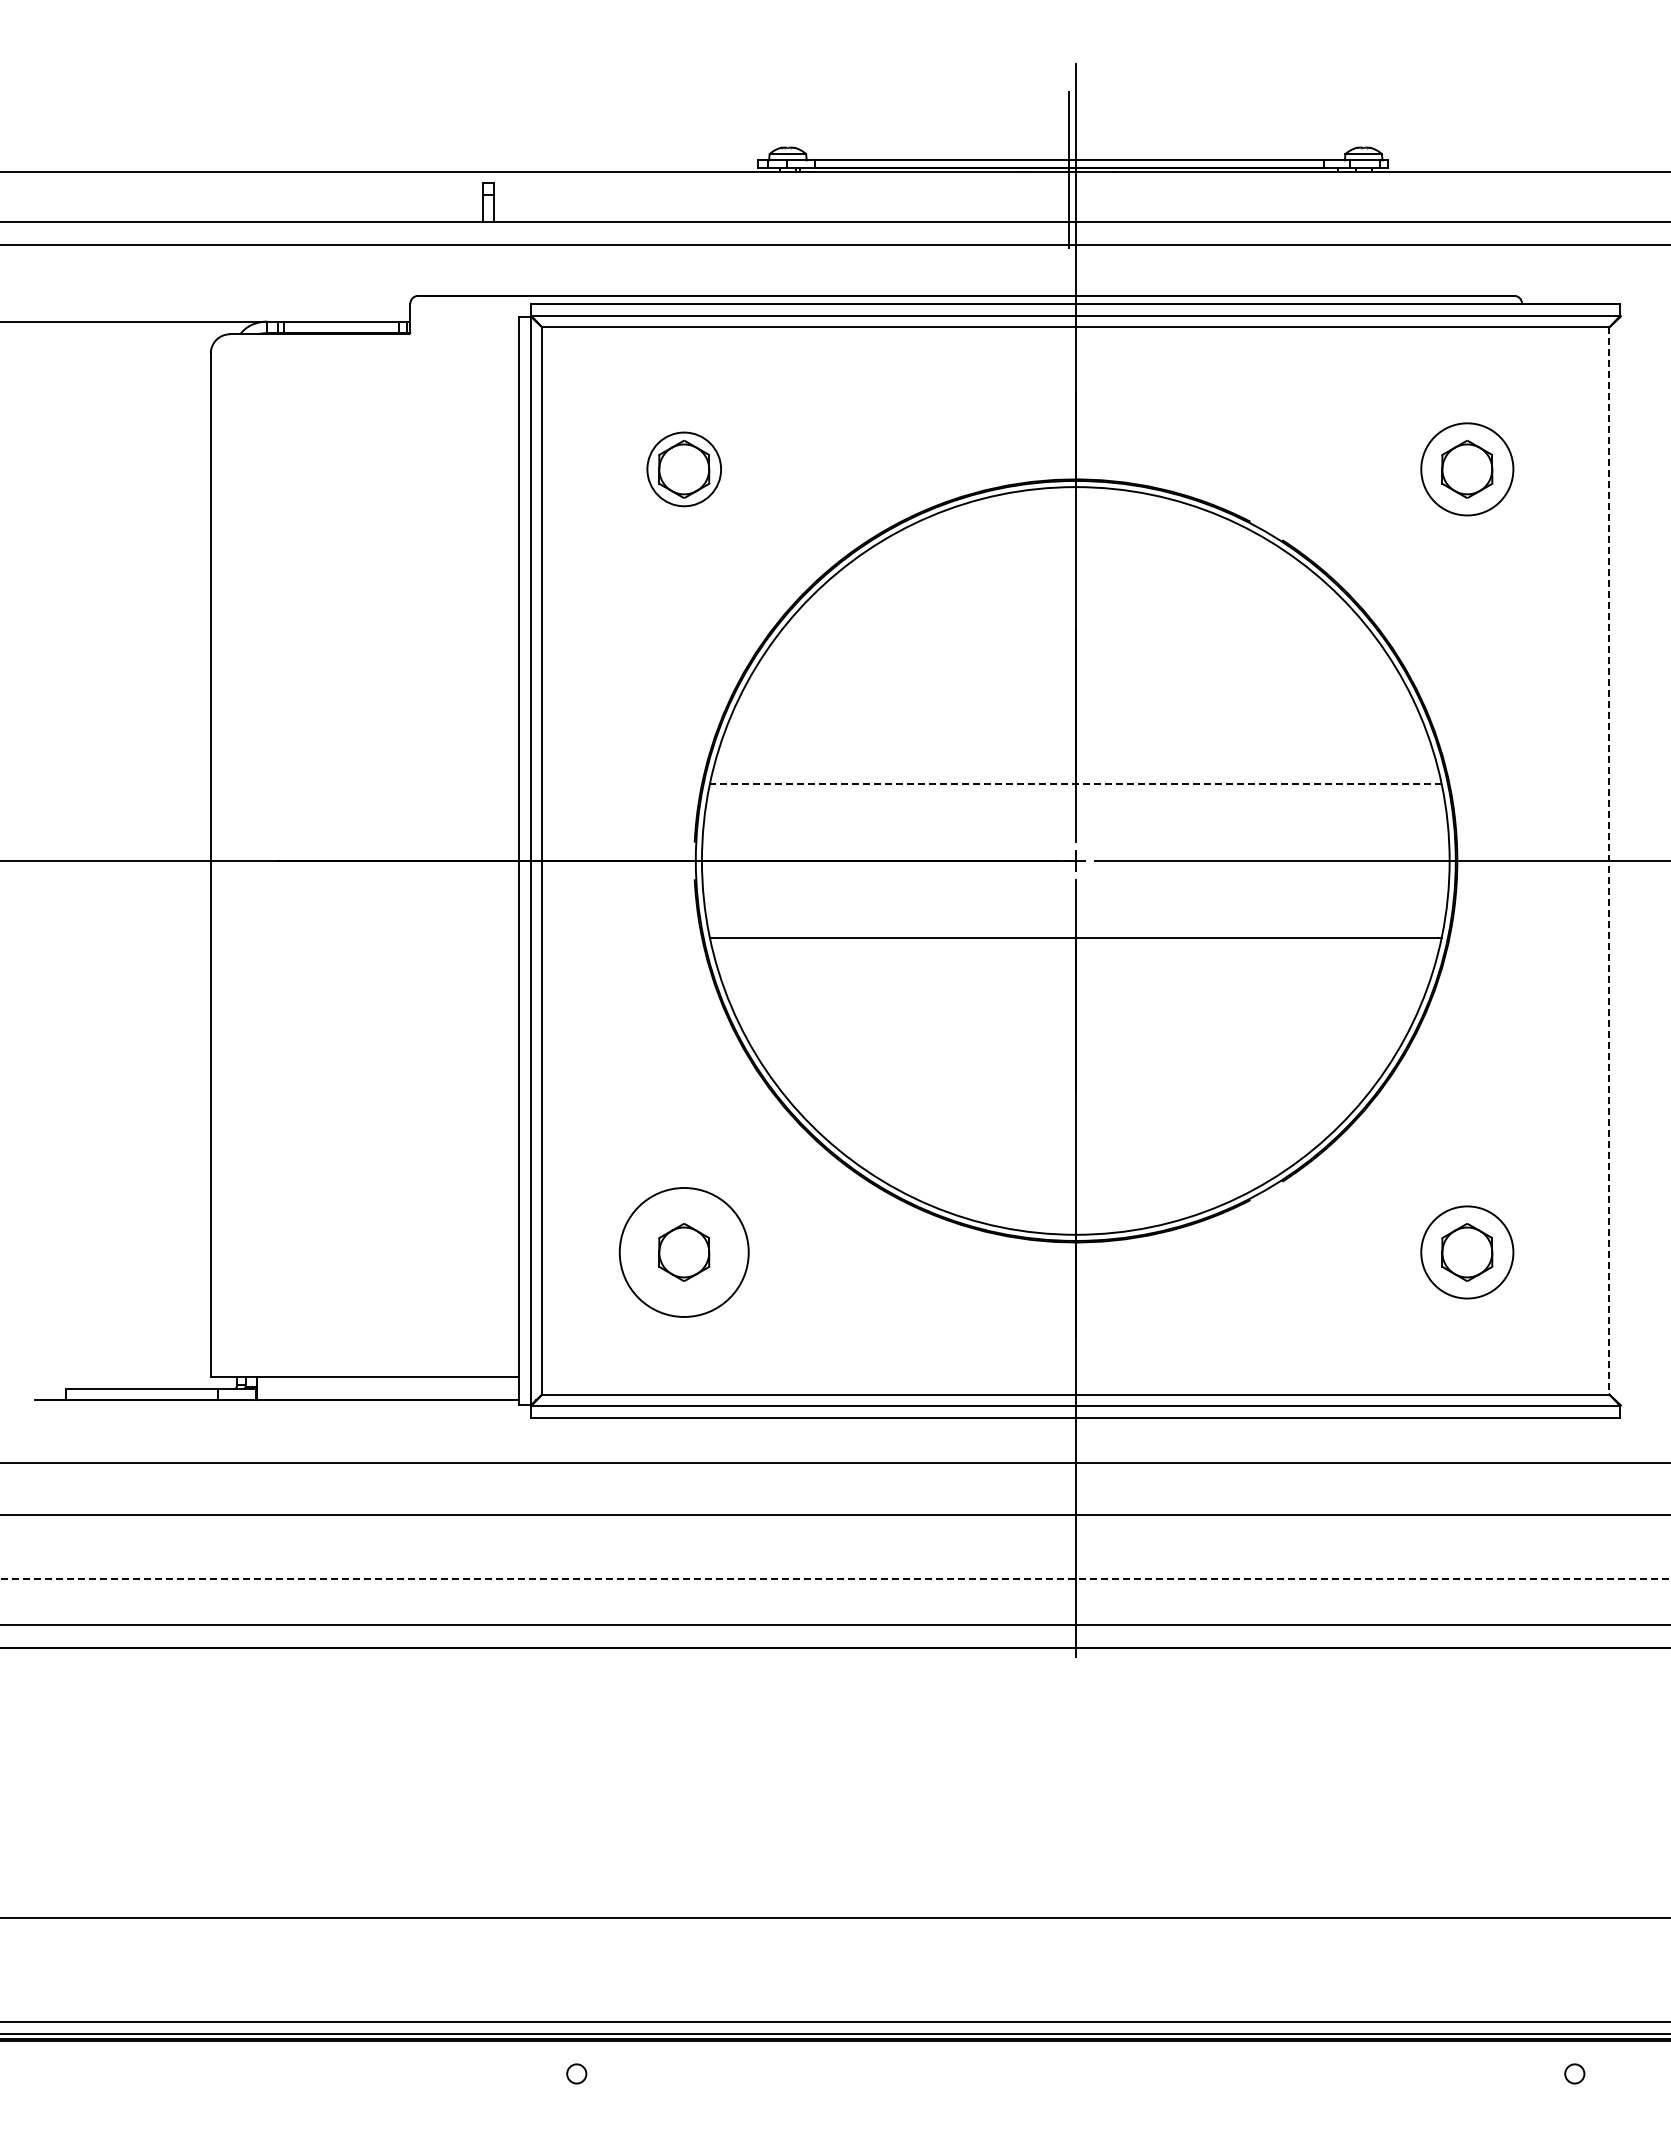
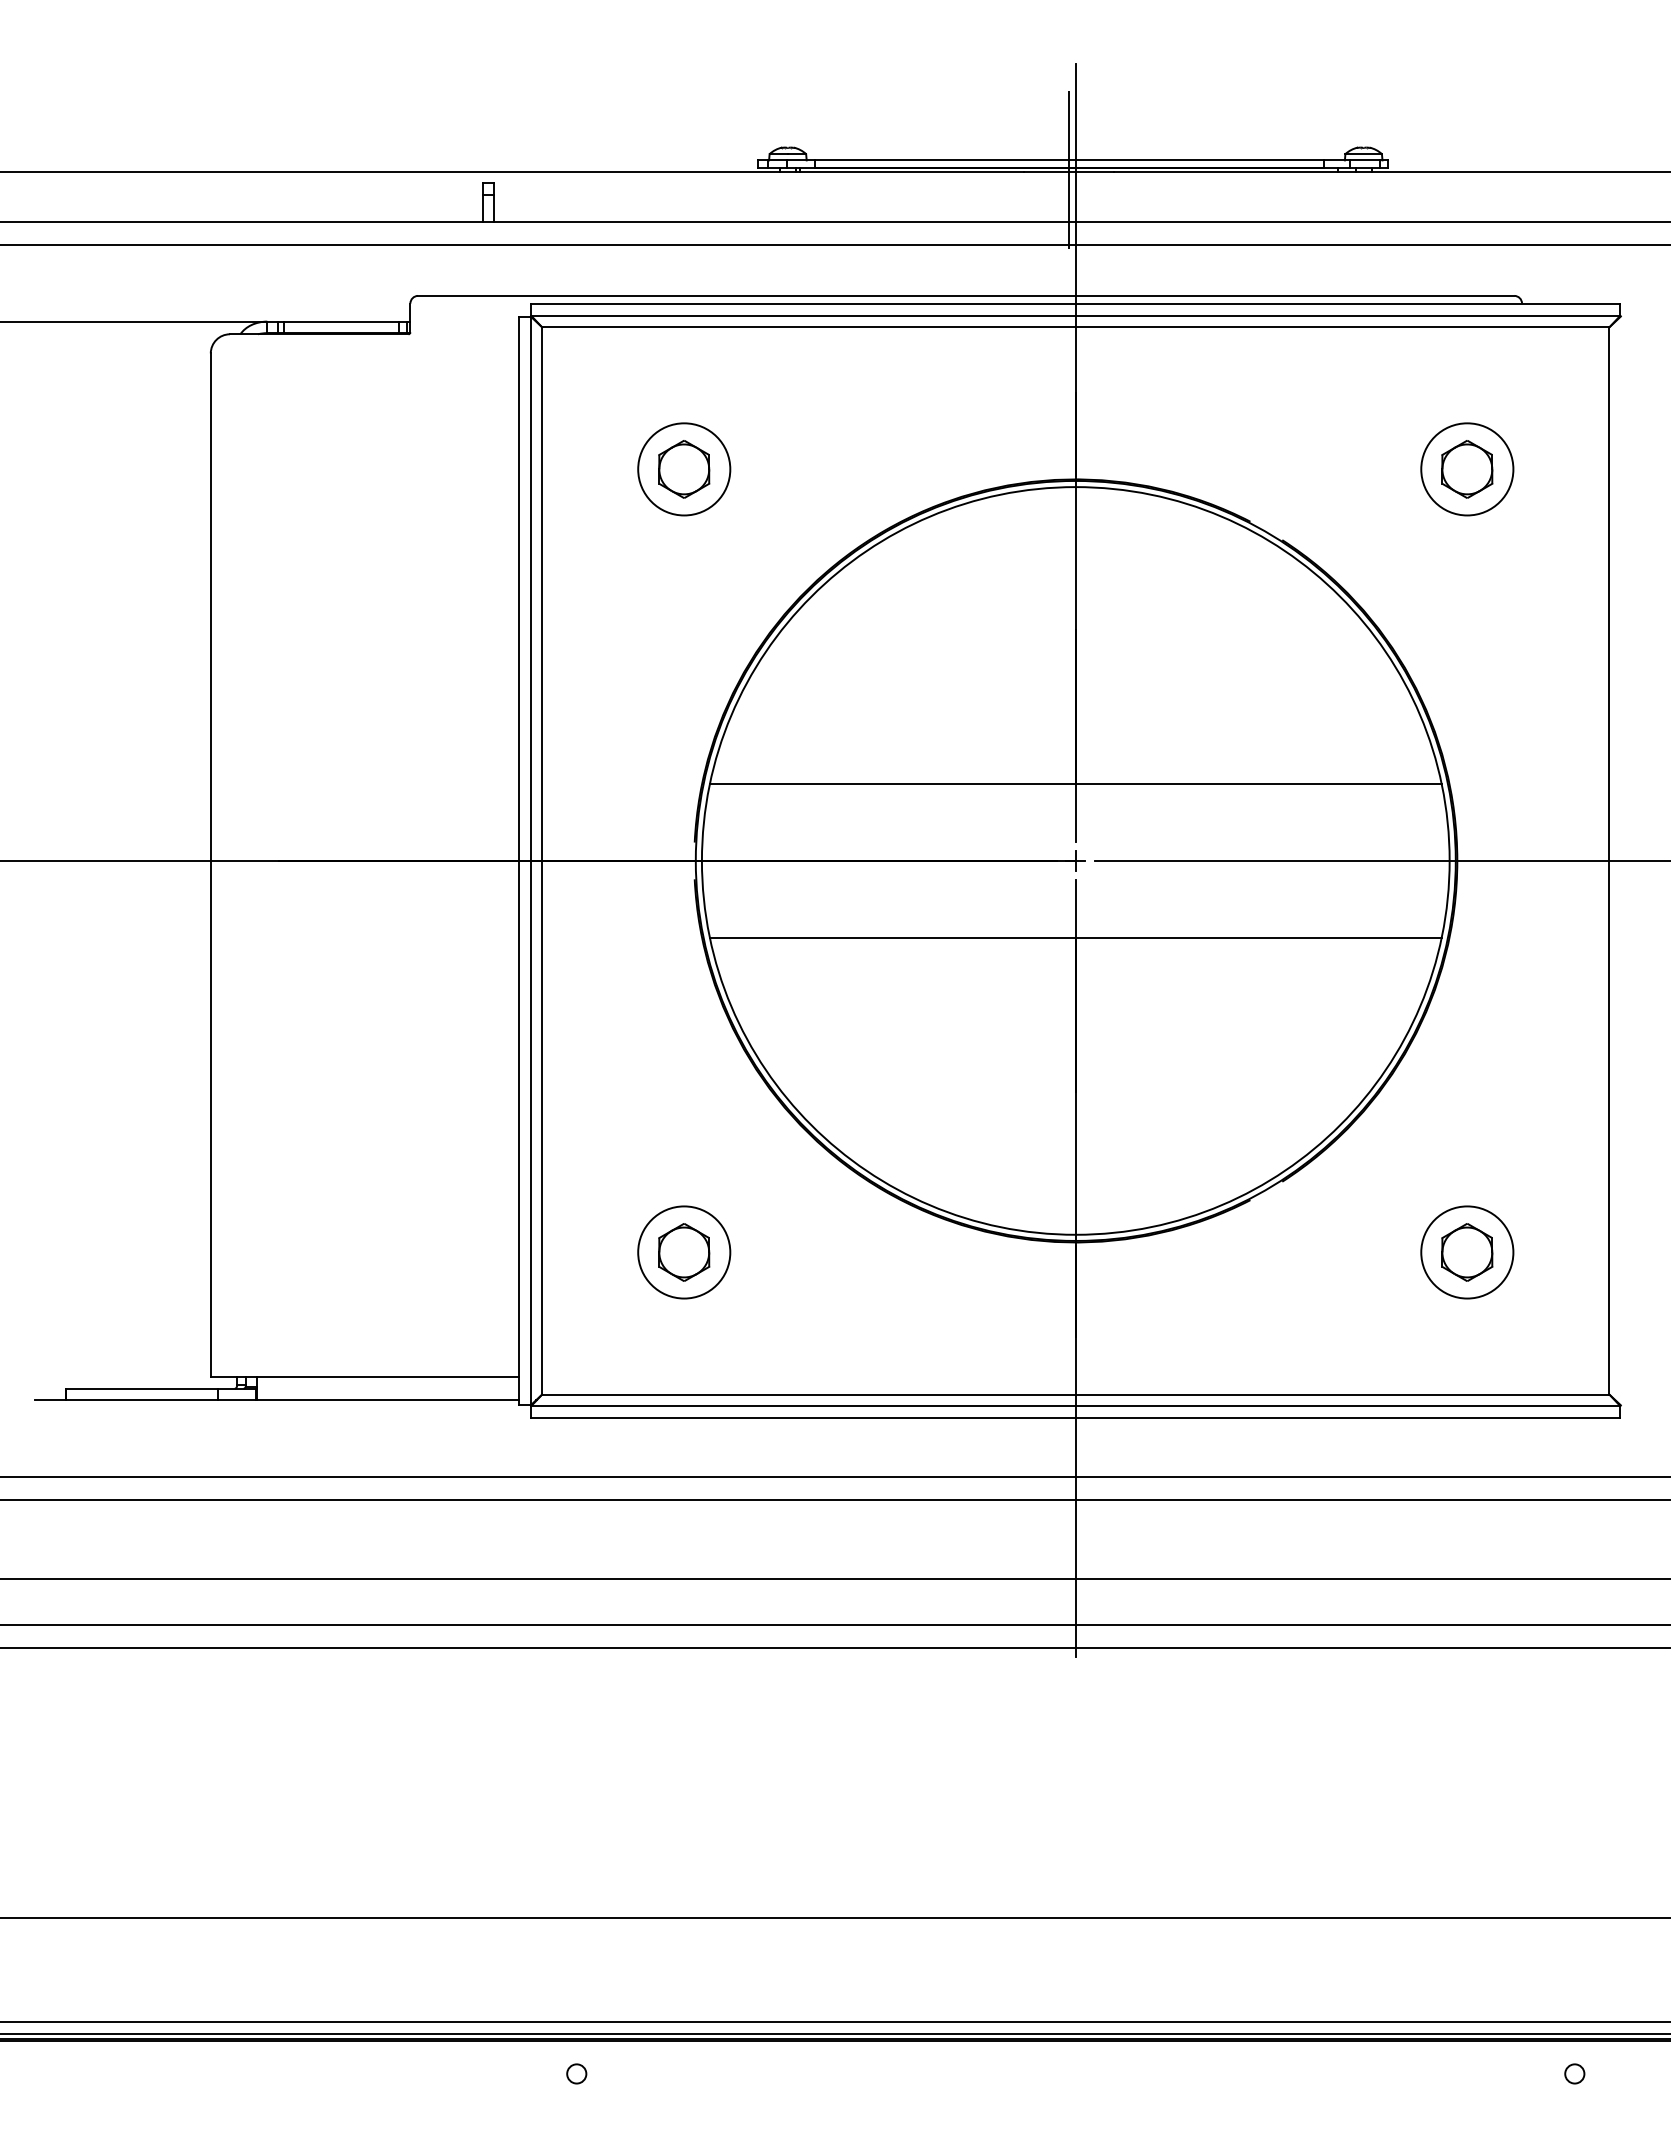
circle at (684, 469) diameter: 74 px -> 92 px
line at (1075, 784): dashed -> solid
line at (1609, 860): dashed -> solid
circle at (683, 1252) diameter: 129 px -> 92 px
line at (834, 1463) position: (834, 1463) -> (834, 1477)
line at (834, 1515) position: (834, 1515) -> (834, 1500)
line at (835, 1578): dashed -> solid
